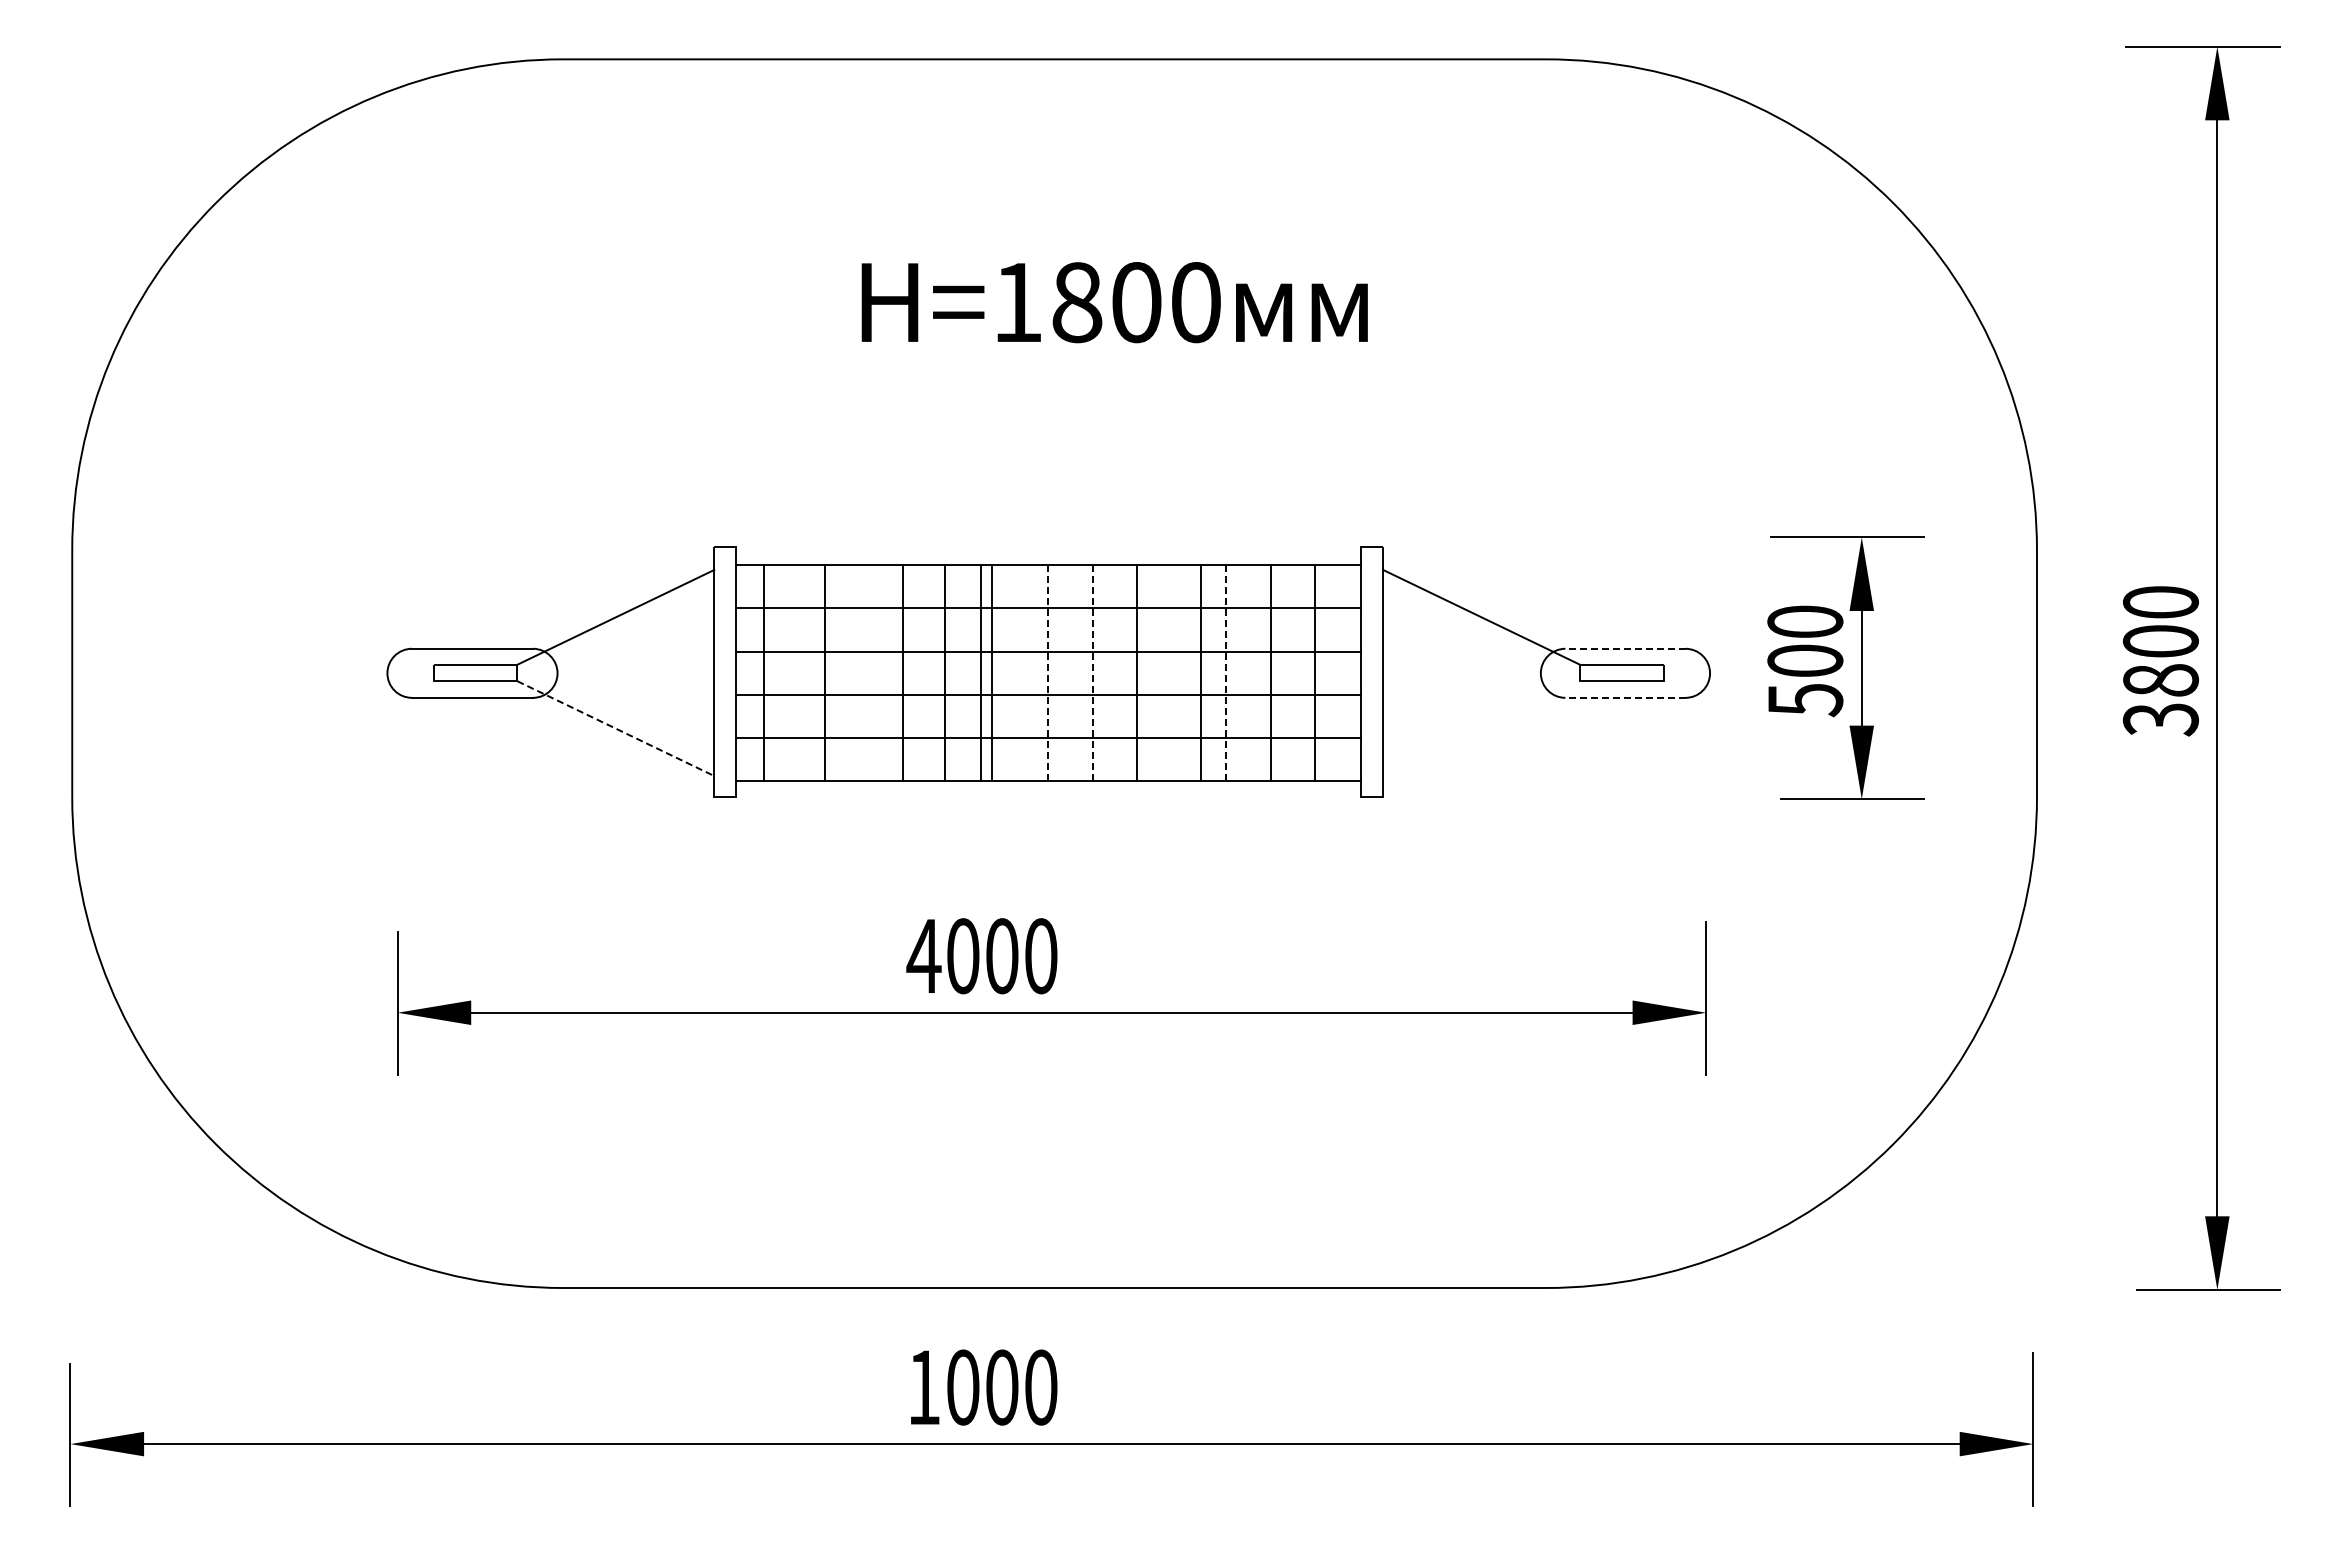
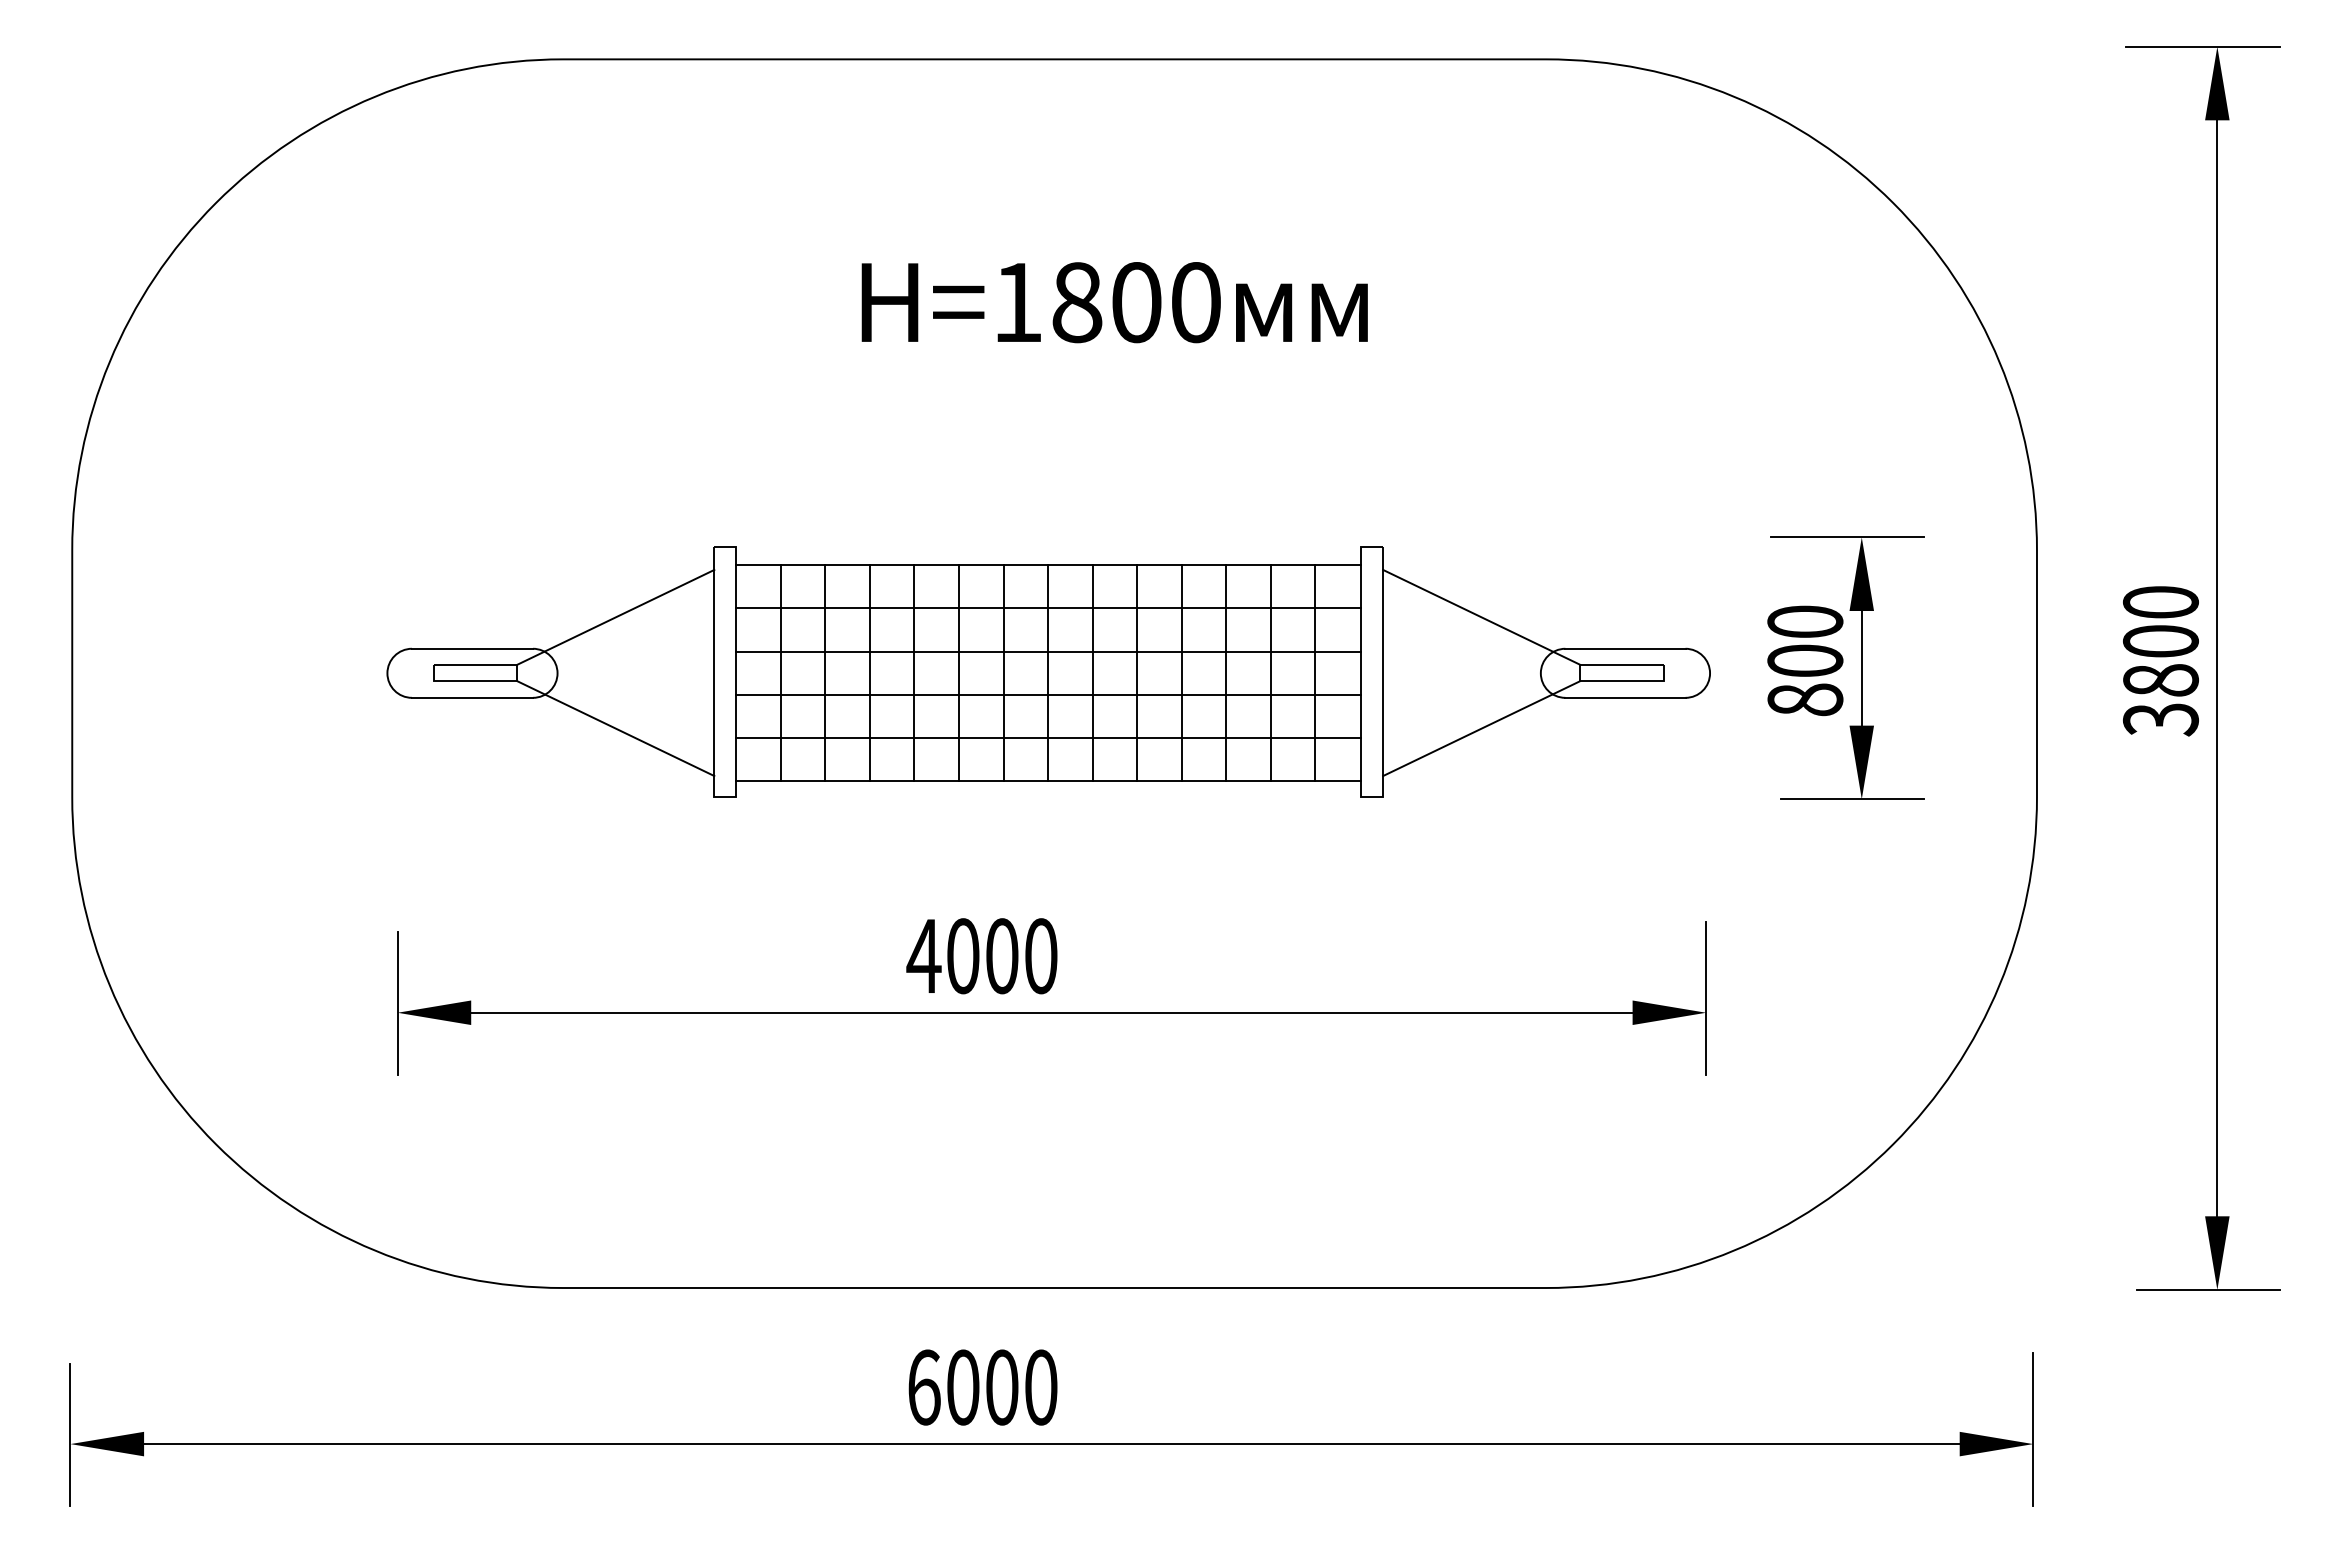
line at (1625, 648): dashed -> solid
line at (763, 672) position: (763, 672) -> (780, 672)
line at (902, 672) position: (902, 672) -> (869, 672)
line at (945, 672) position: (945, 672) -> (914, 672)
line at (980, 672) position: (980, 672) -> (1003, 672)
line at (991, 672) position: (991, 672) -> (958, 672)
line at (1200, 672) position: (1200, 672) -> (1181, 672)
line at (1048, 673): dashed -> solid
line at (1092, 673): dashed -> solid
line at (1226, 673): dashed -> solid
line at (1625, 697): dashed -> solid
text at (1805, 700): 500 -> 800
line at (616, 728): dashed -> solid
line at (1481, 728): none -> present
text at (924, 1387): 1000 -> 6000
